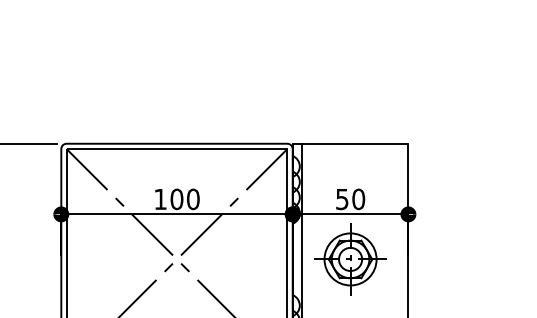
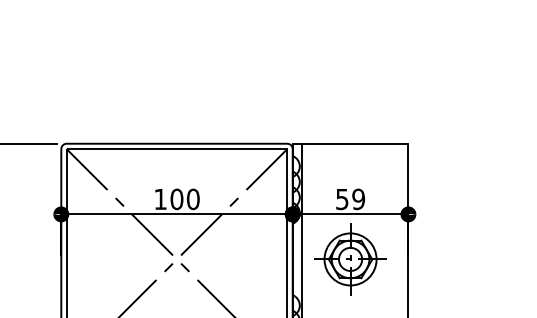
text at (358, 199): 50 -> 59
